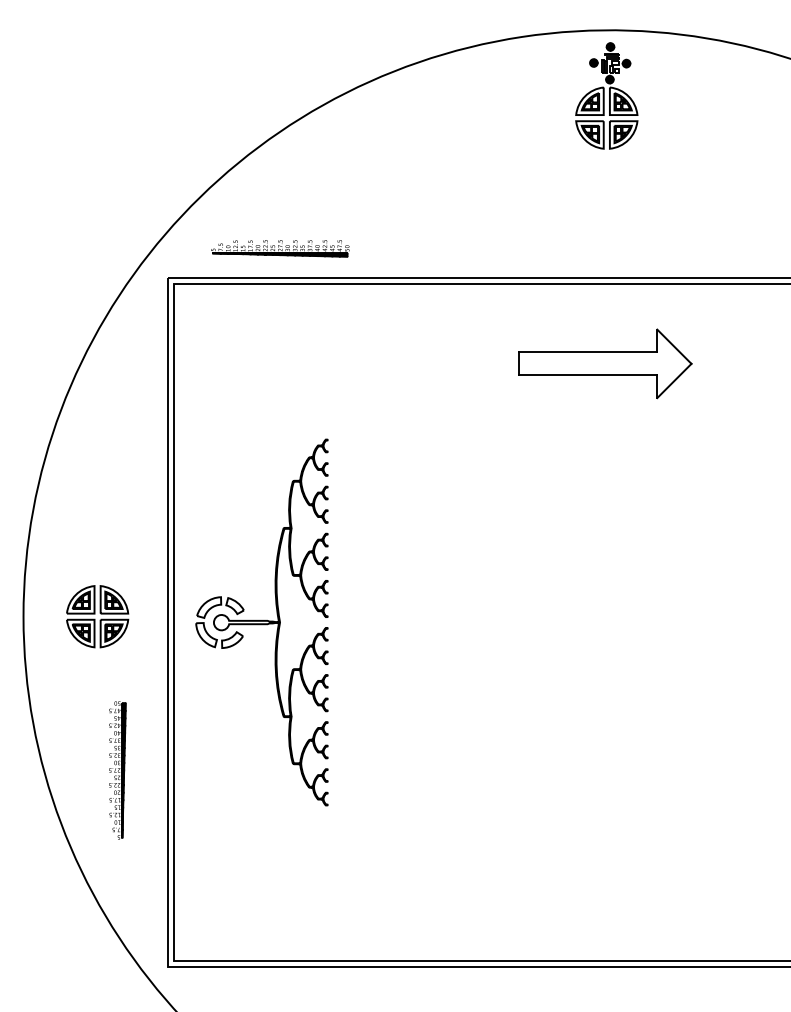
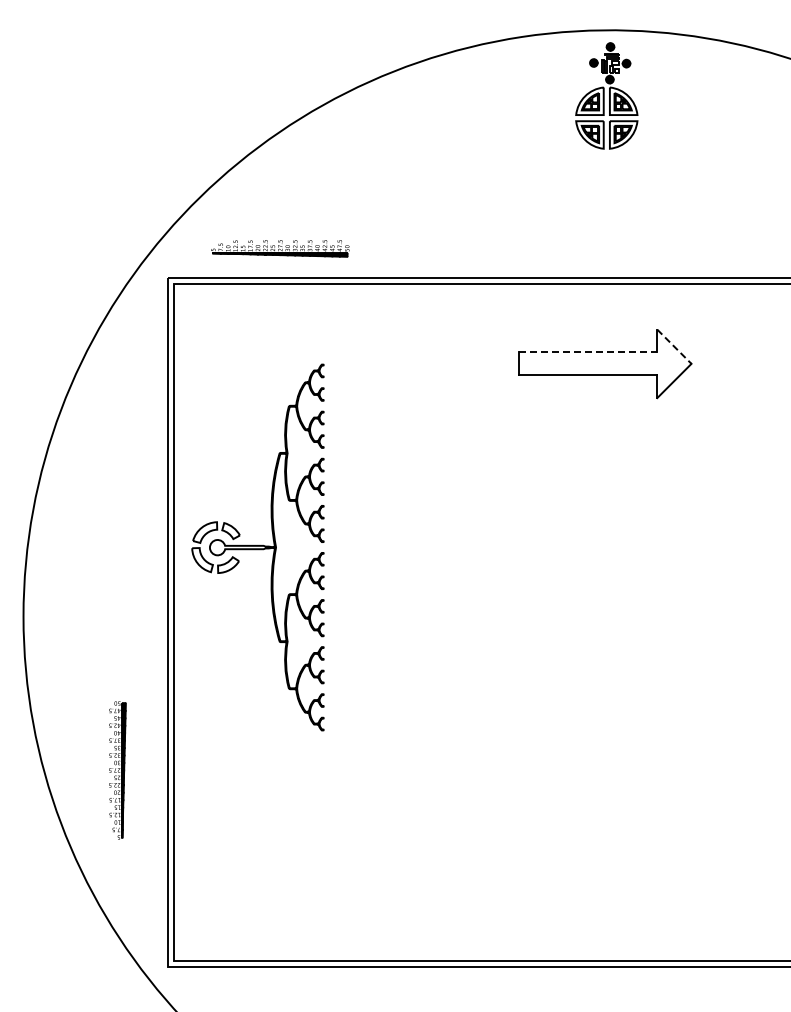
line at (674, 347): solid -> dashed
line at (588, 352): solid -> dashed
part at (97, 616): present -> none
part at (261, 622) position: (261, 622) -> (257, 547)
